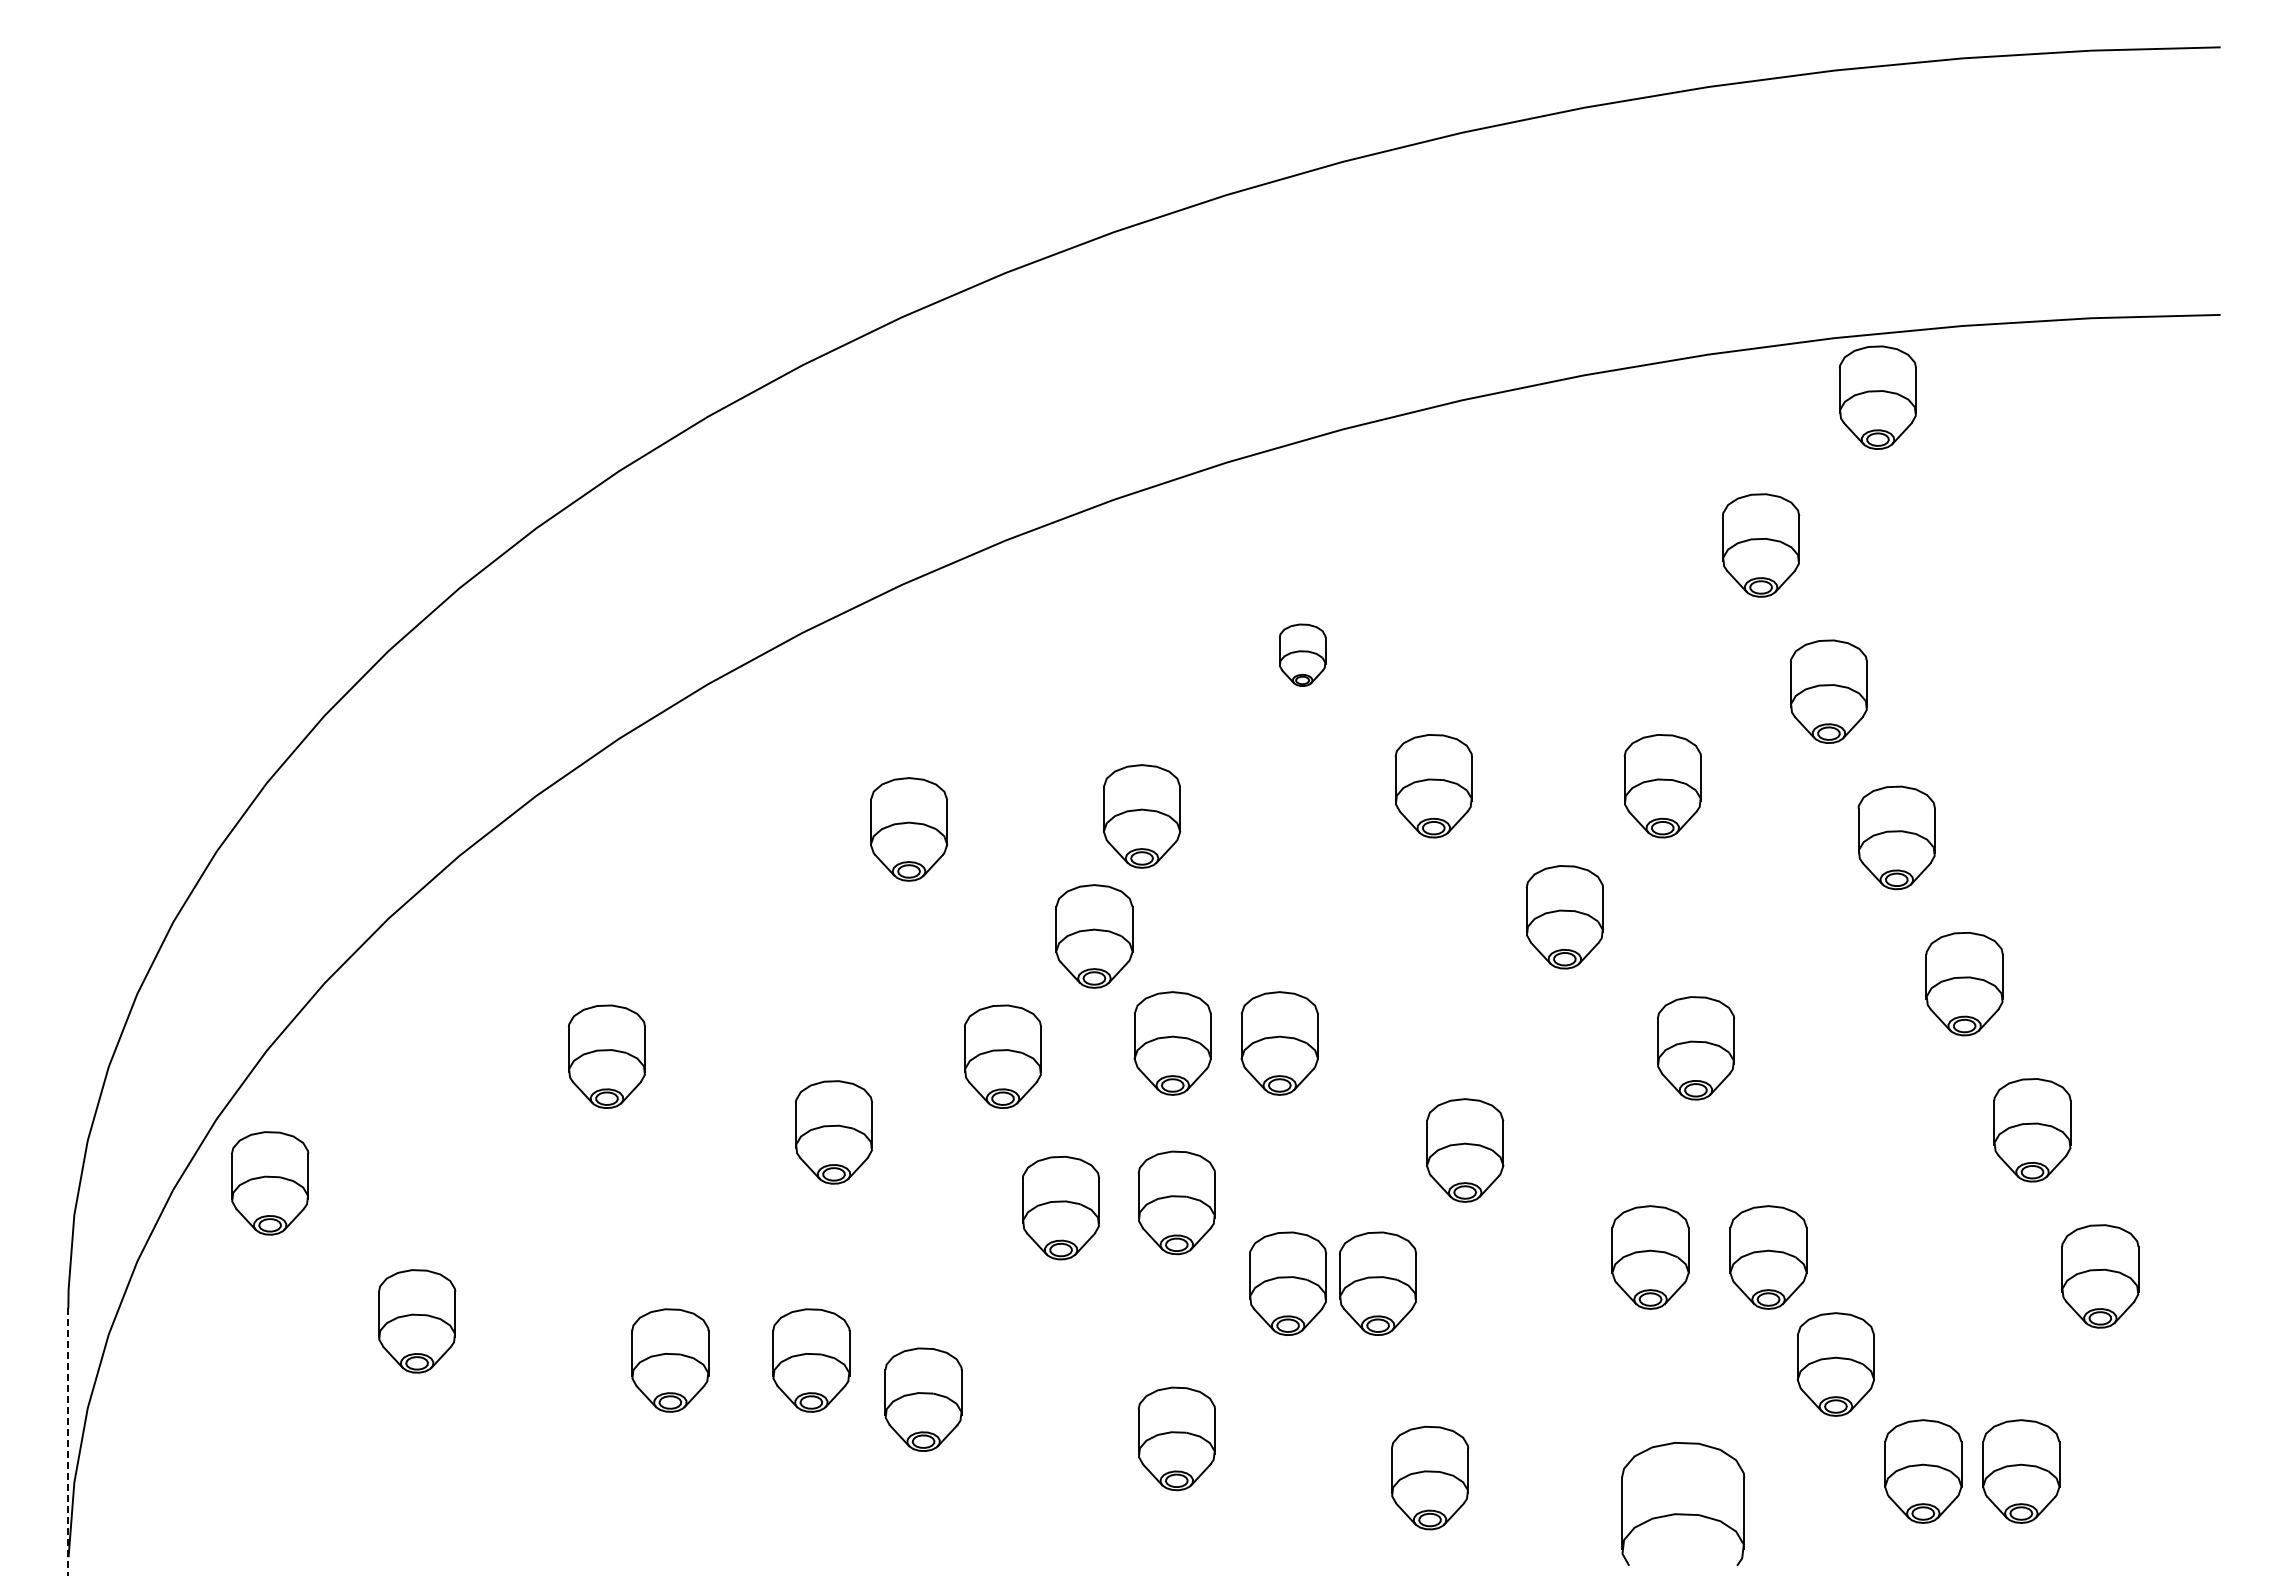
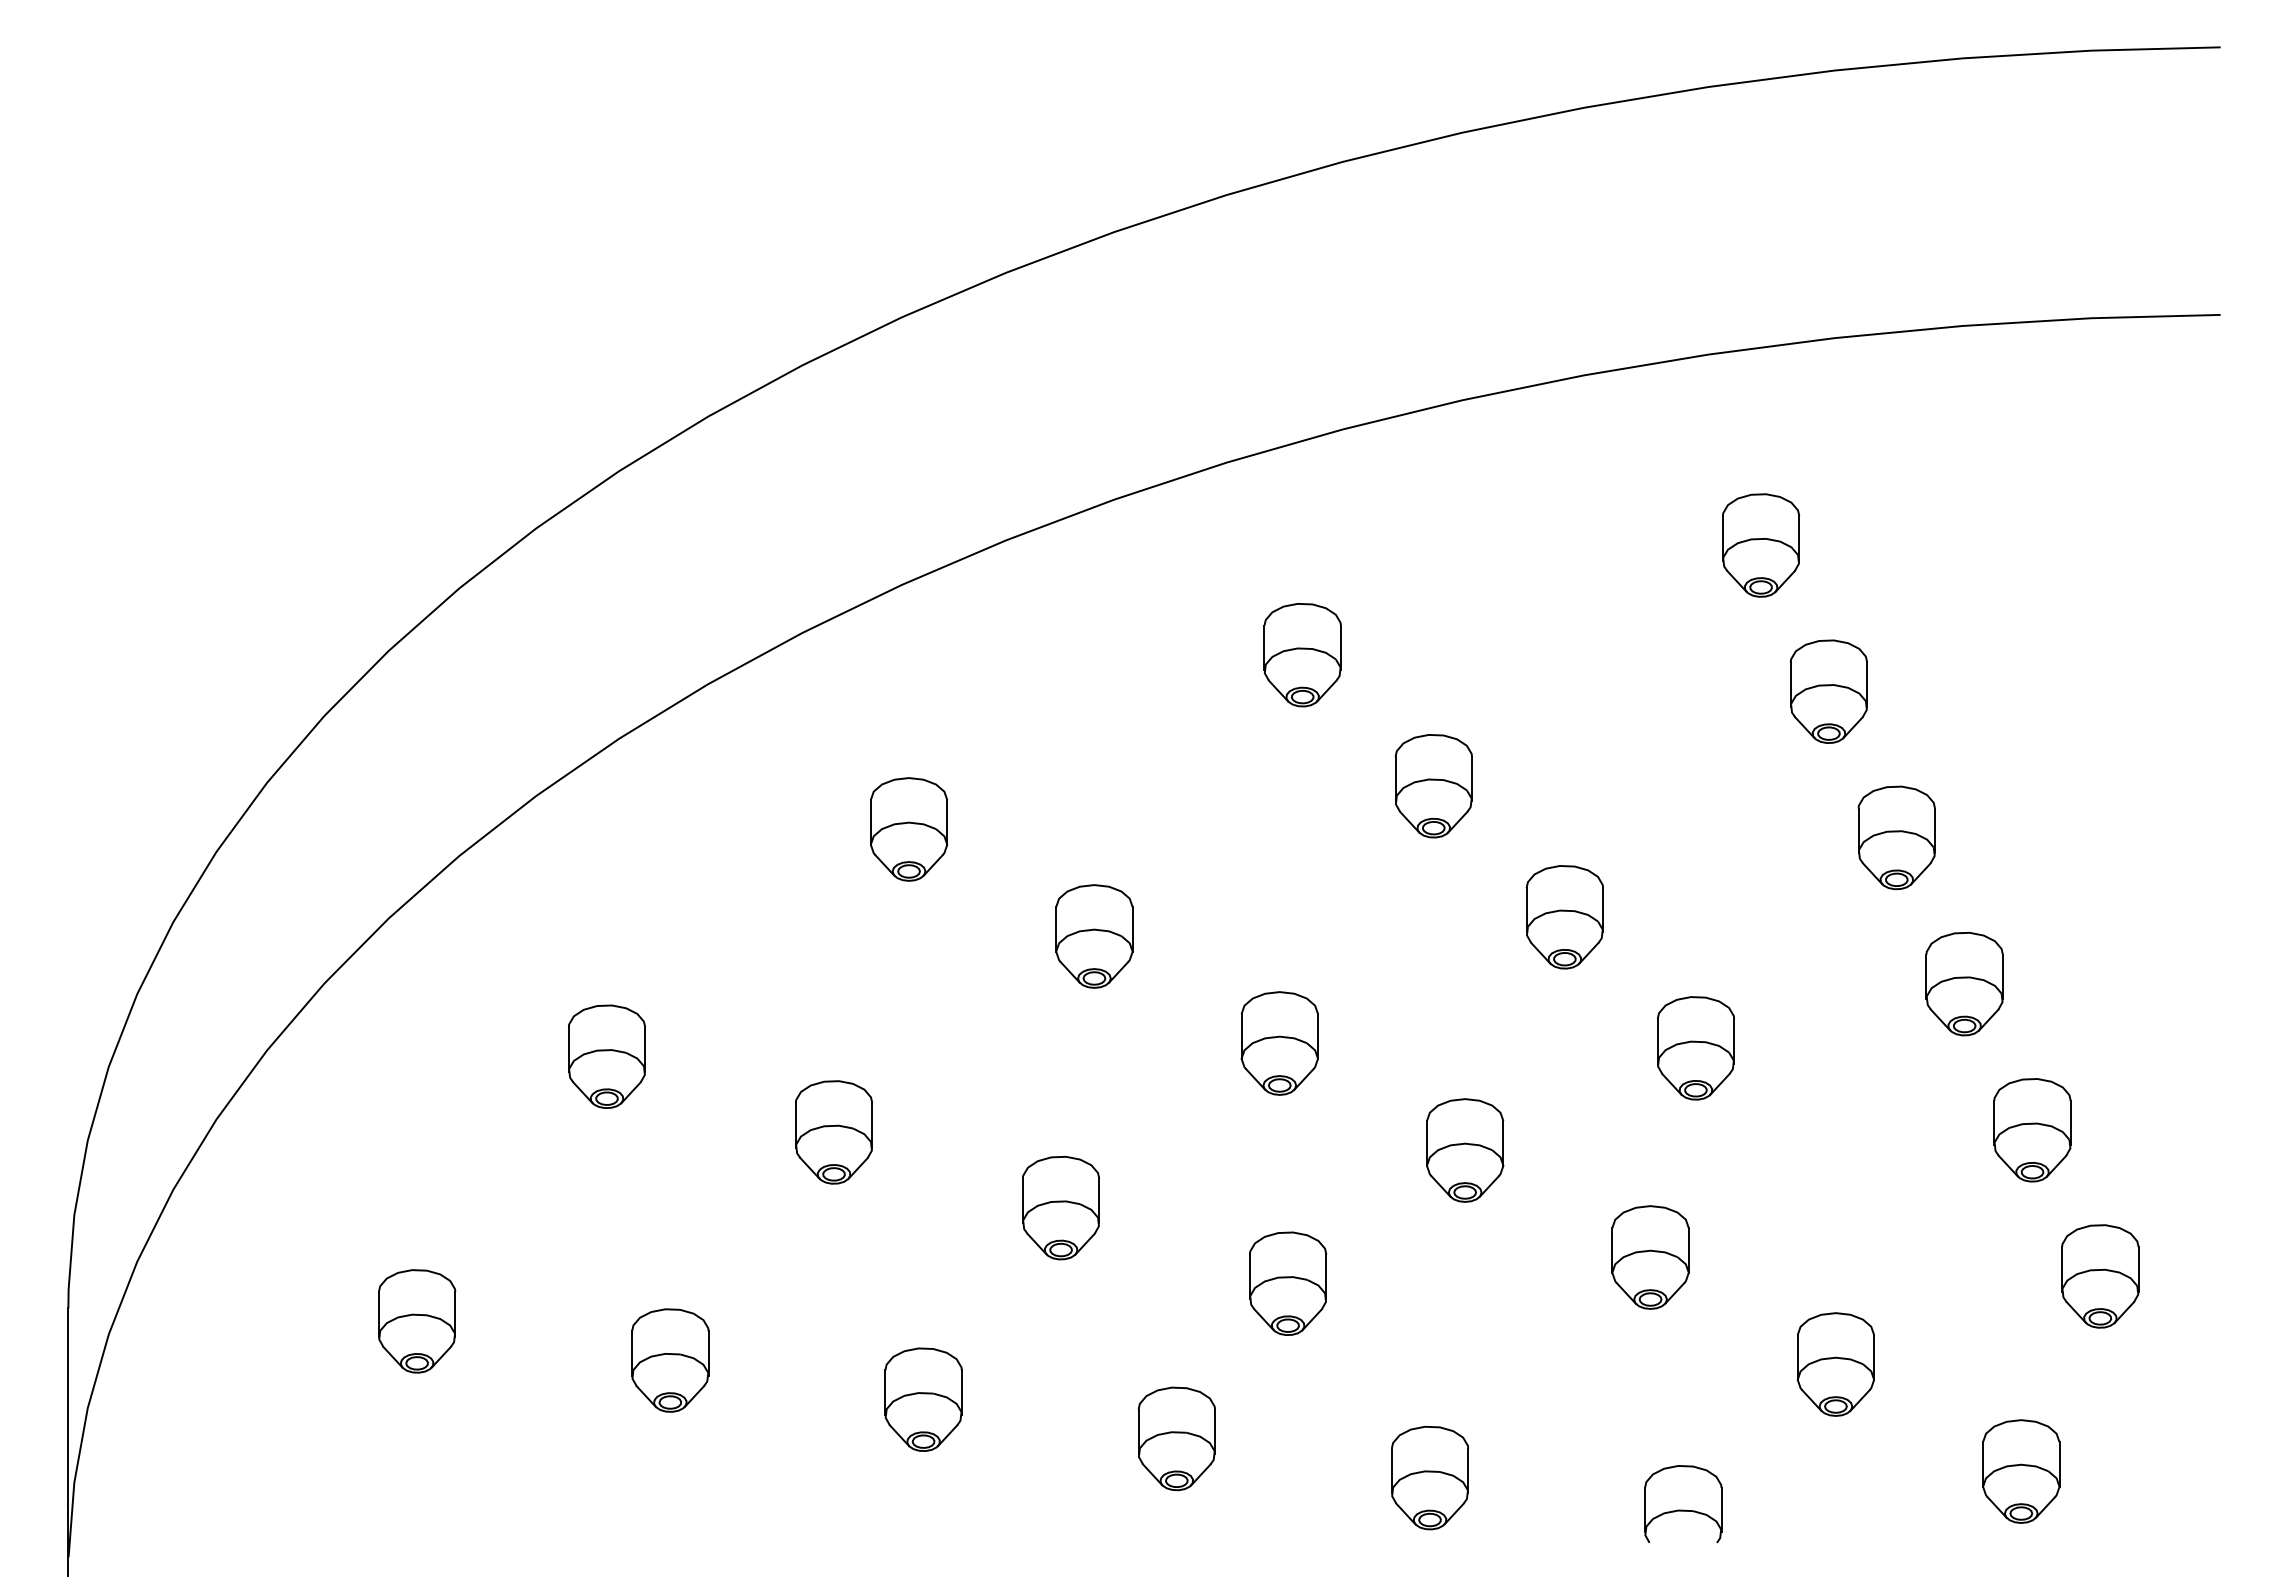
part at (1877, 397): present -> none
part at (1302, 654) size: 48x64 px -> 79x105 px
part at (1662, 786): present -> none
part at (1142, 816): present -> none
part at (1172, 1043): present -> none
part at (1002, 1056): present -> none
part at (270, 1183): present -> none
part at (1176, 1202): present -> none
part at (1768, 1257): present -> none
part at (1378, 1283): present -> none
part at (811, 1360): present -> none
line at (68, 1442): dashed -> solid
part at (1923, 1471): present -> none
part at (1683, 1504) size: 125x125 px -> 79x79 px
